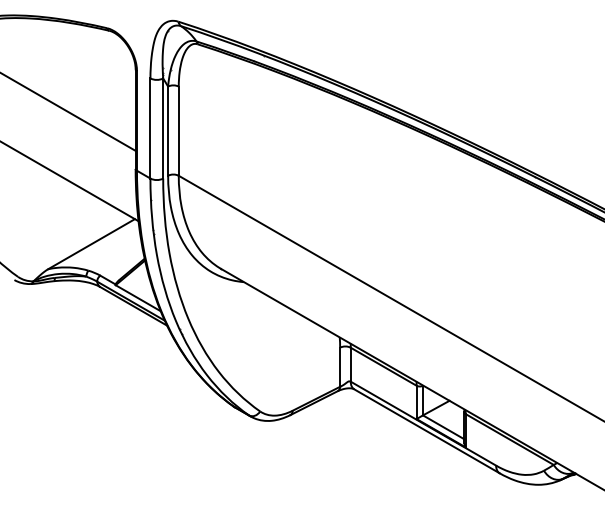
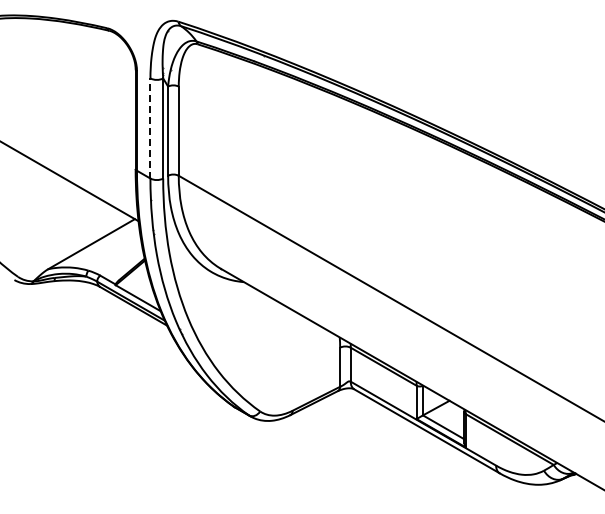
line at (68, 111): present -> none
line at (150, 127): solid -> dashed
